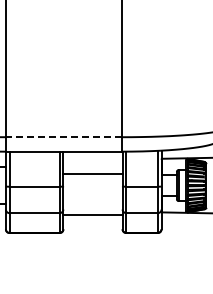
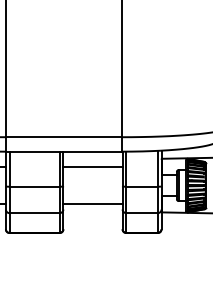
line at (63, 137): dashed -> solid
line at (92, 174) position: (92, 174) -> (92, 167)
line at (92, 214) position: (92, 214) -> (92, 203)
